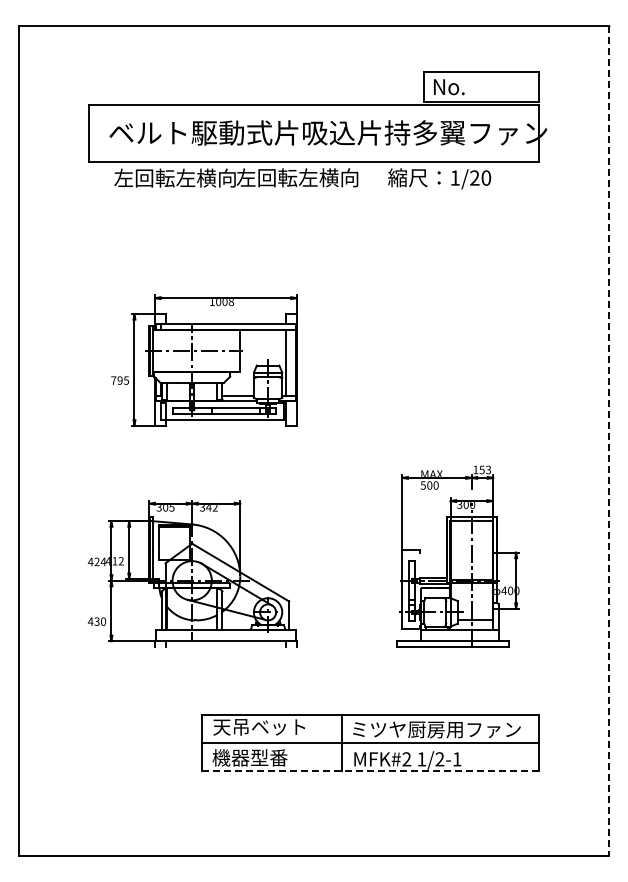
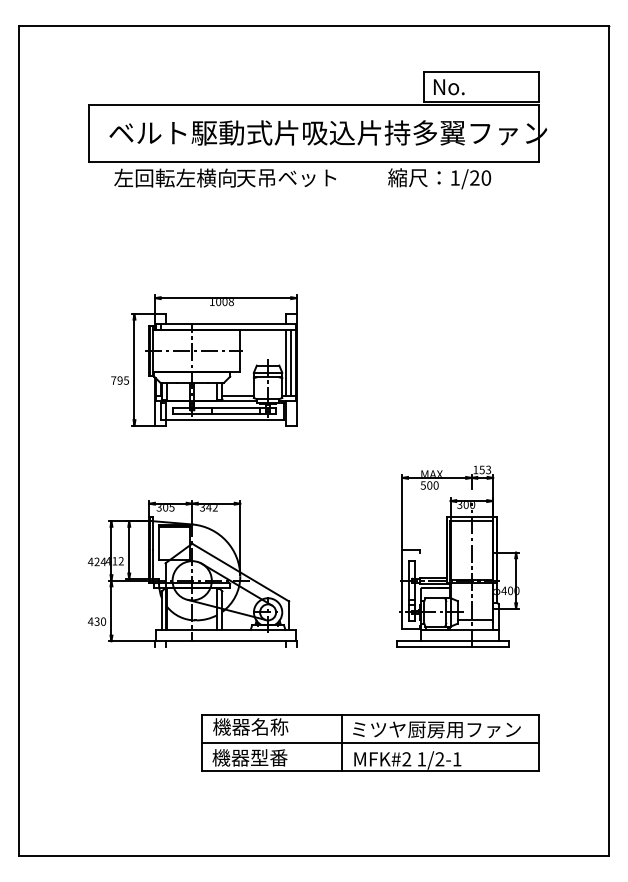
text at (297, 177): 左回転左横向 -> 天吊ベット
line at (290, 362): none -> present
line at (609, 441): dashed -> solid
text at (259, 726): 天吊ベット -> 機器名称
line at (370, 771): dashed -> solid
